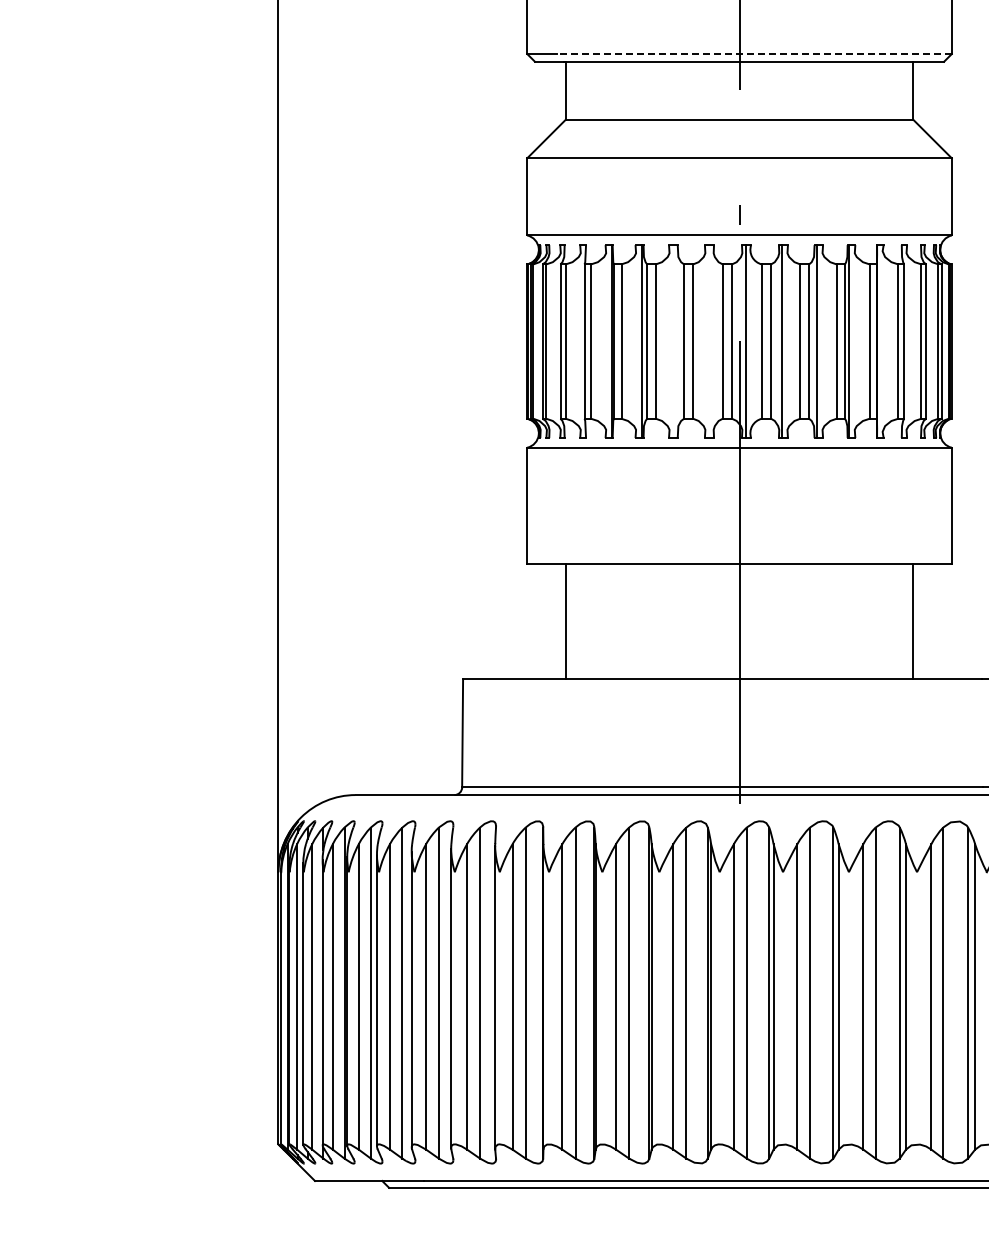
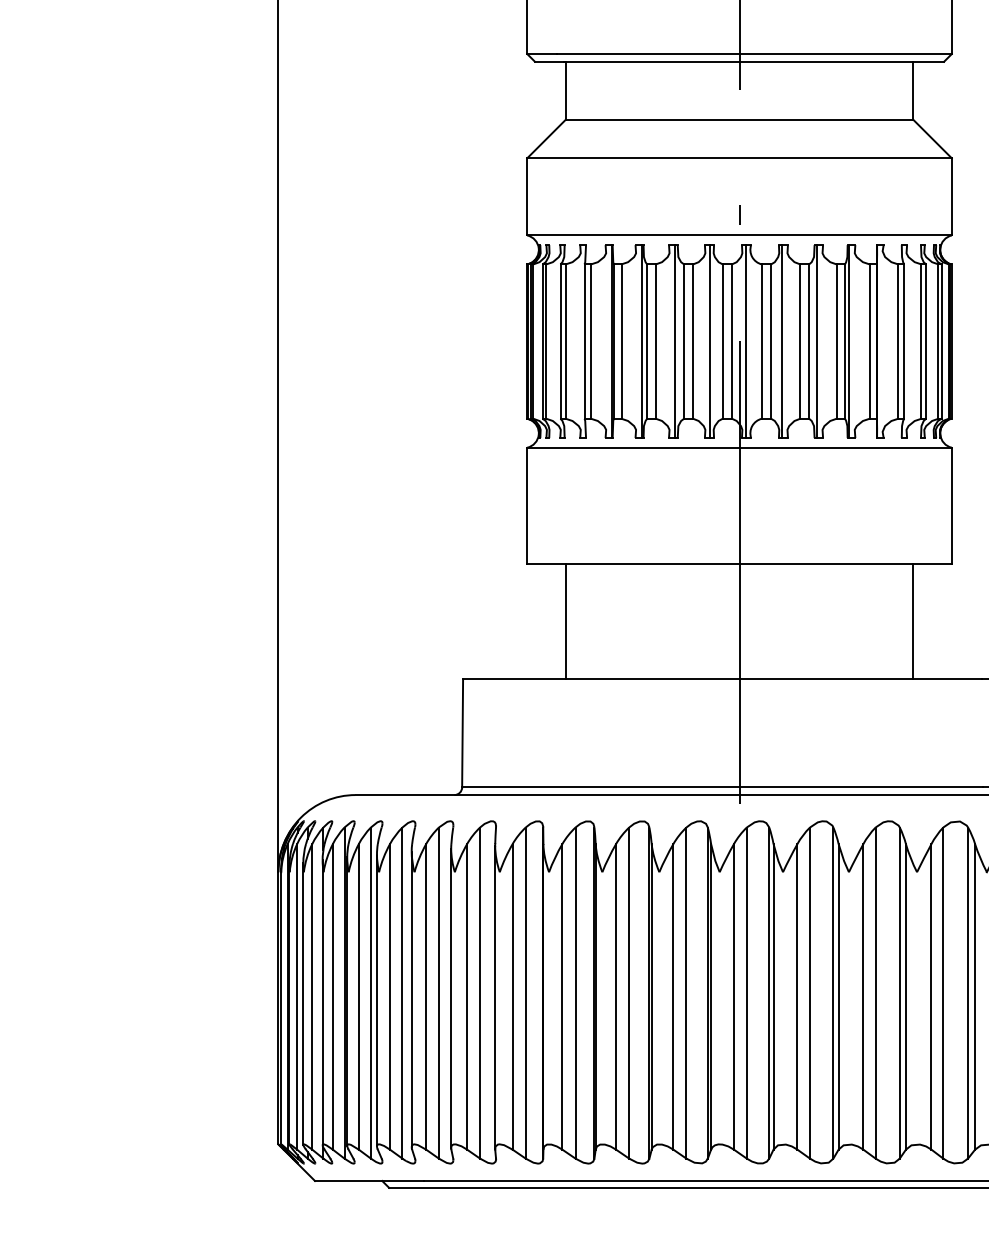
line at (753, 54): dashed -> solid
line at (674, 341): none -> present
line at (710, 341): none -> present
